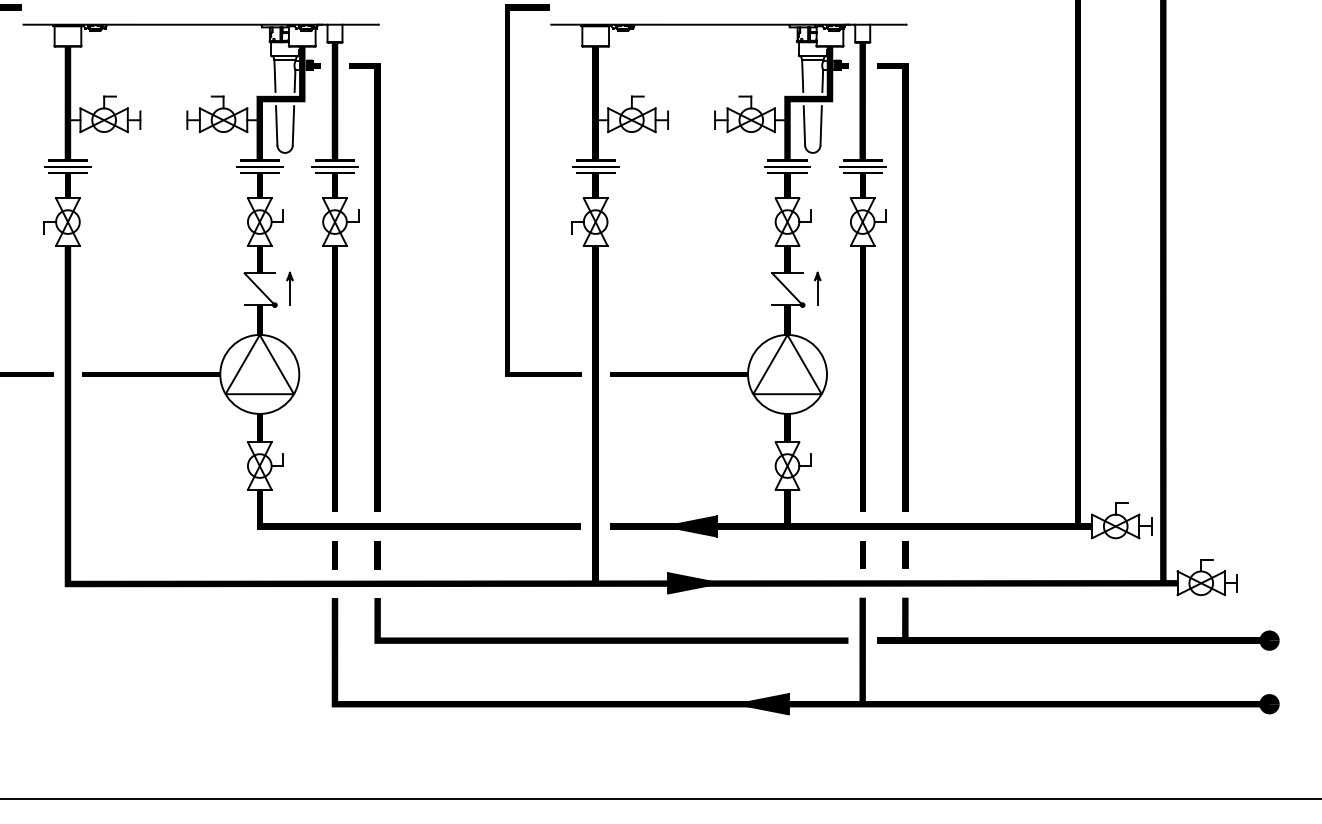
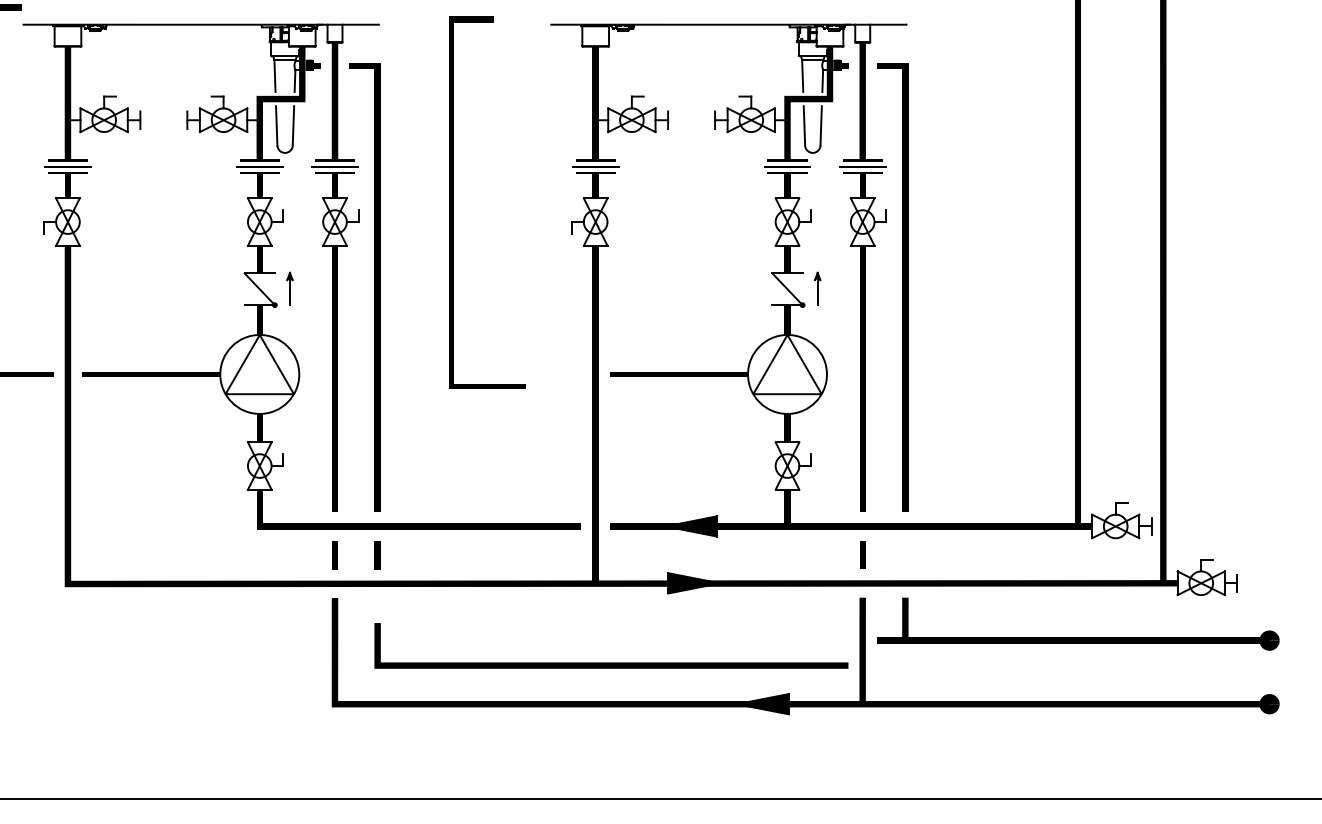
line at (509, 190) position: (509, 190) -> (453, 202)
line at (905, 554): present -> none
line at (611, 637) position: (611, 637) -> (611, 662)
